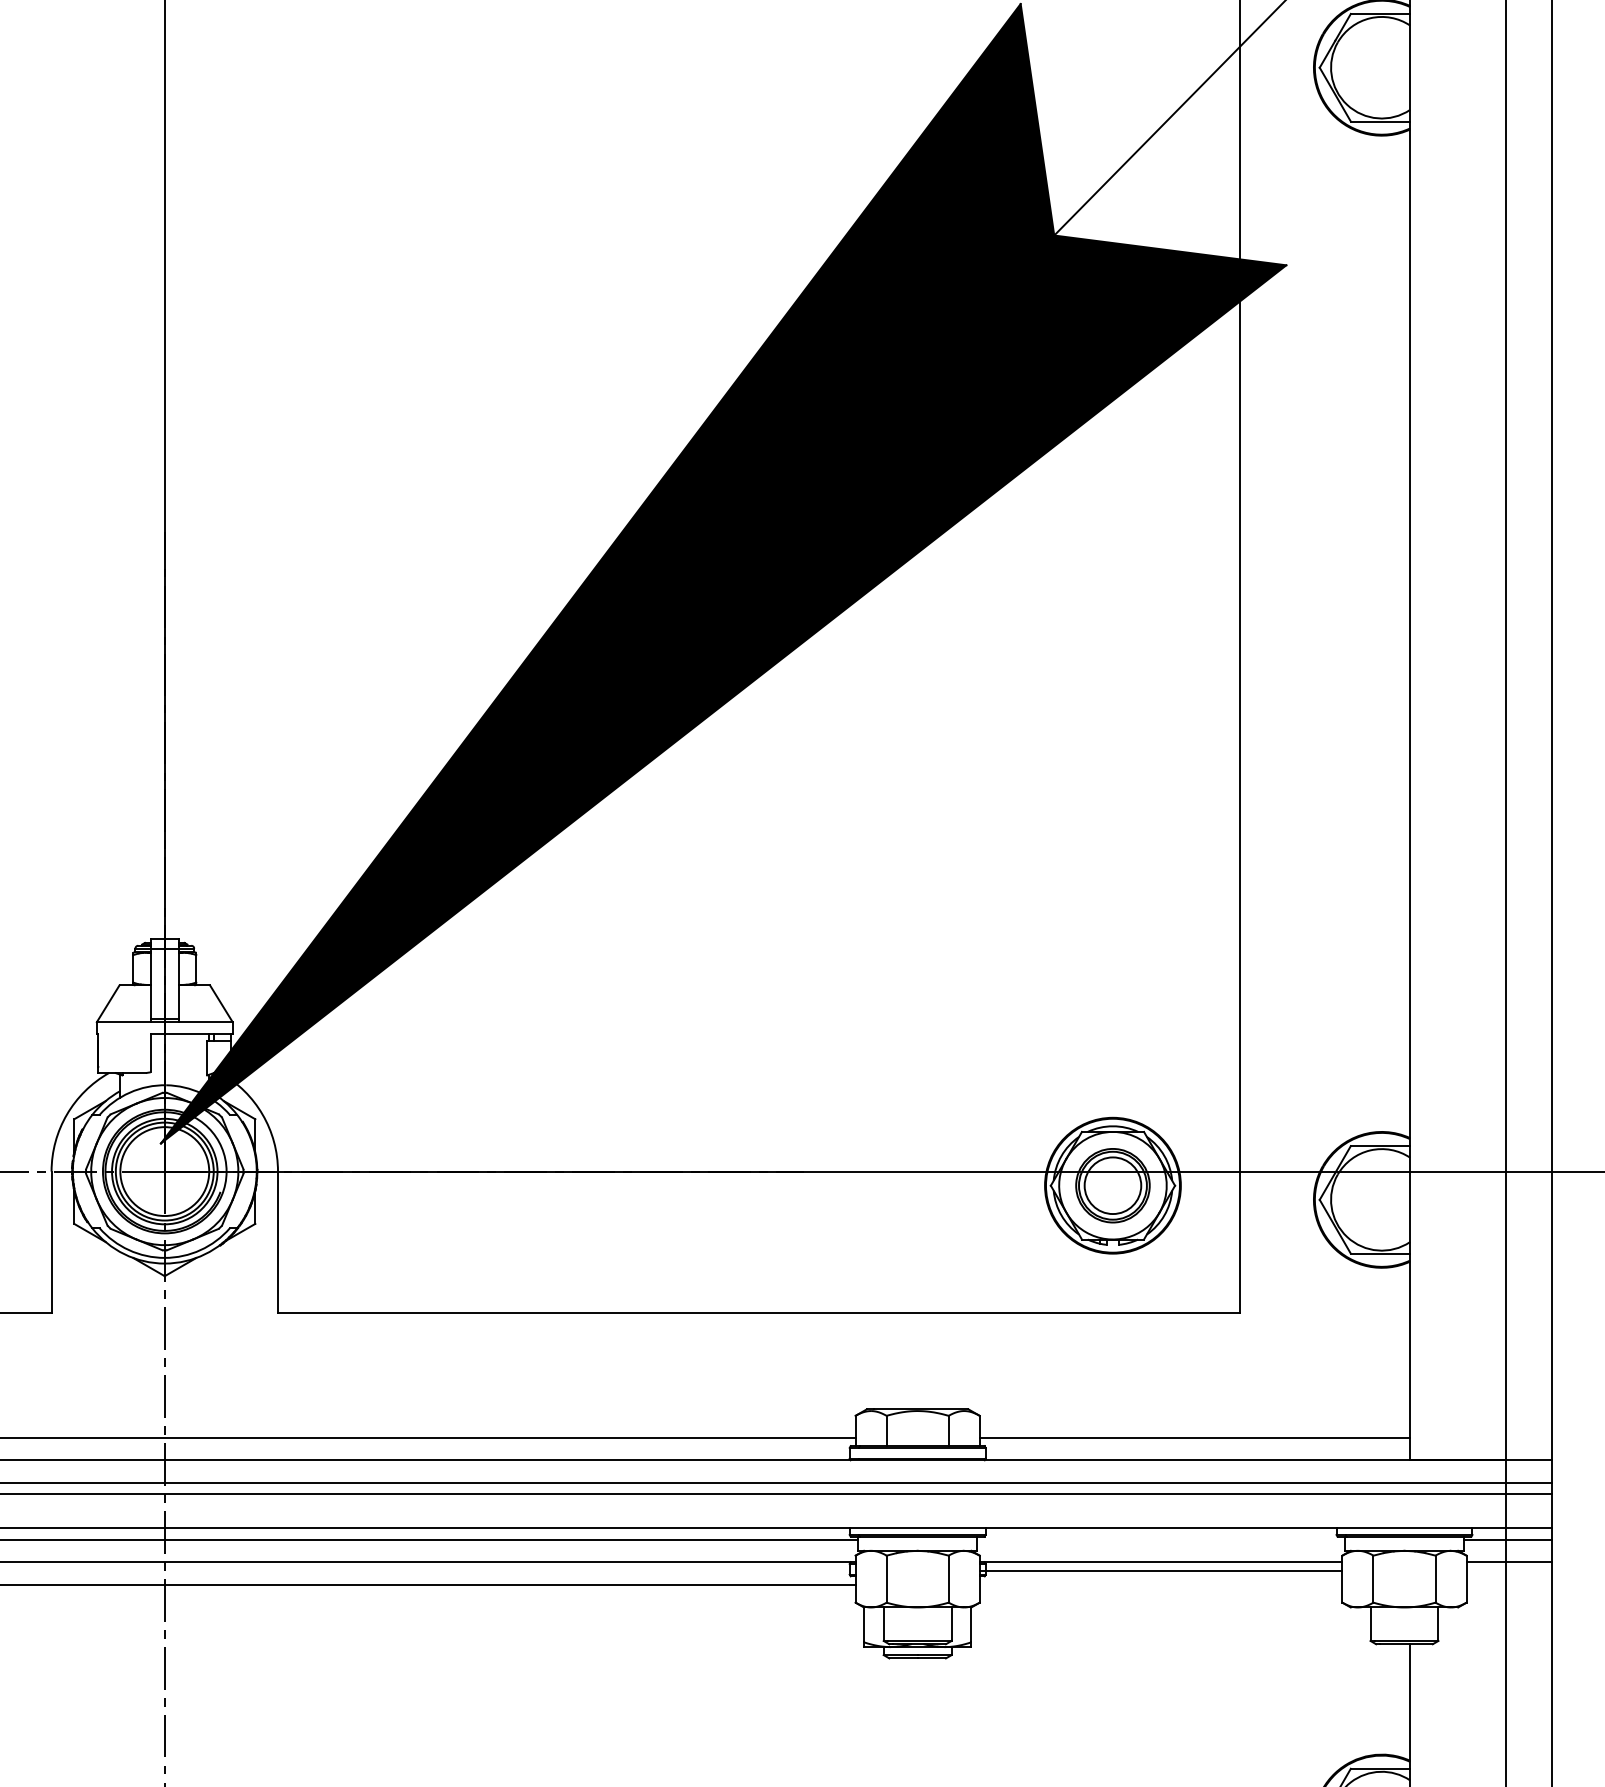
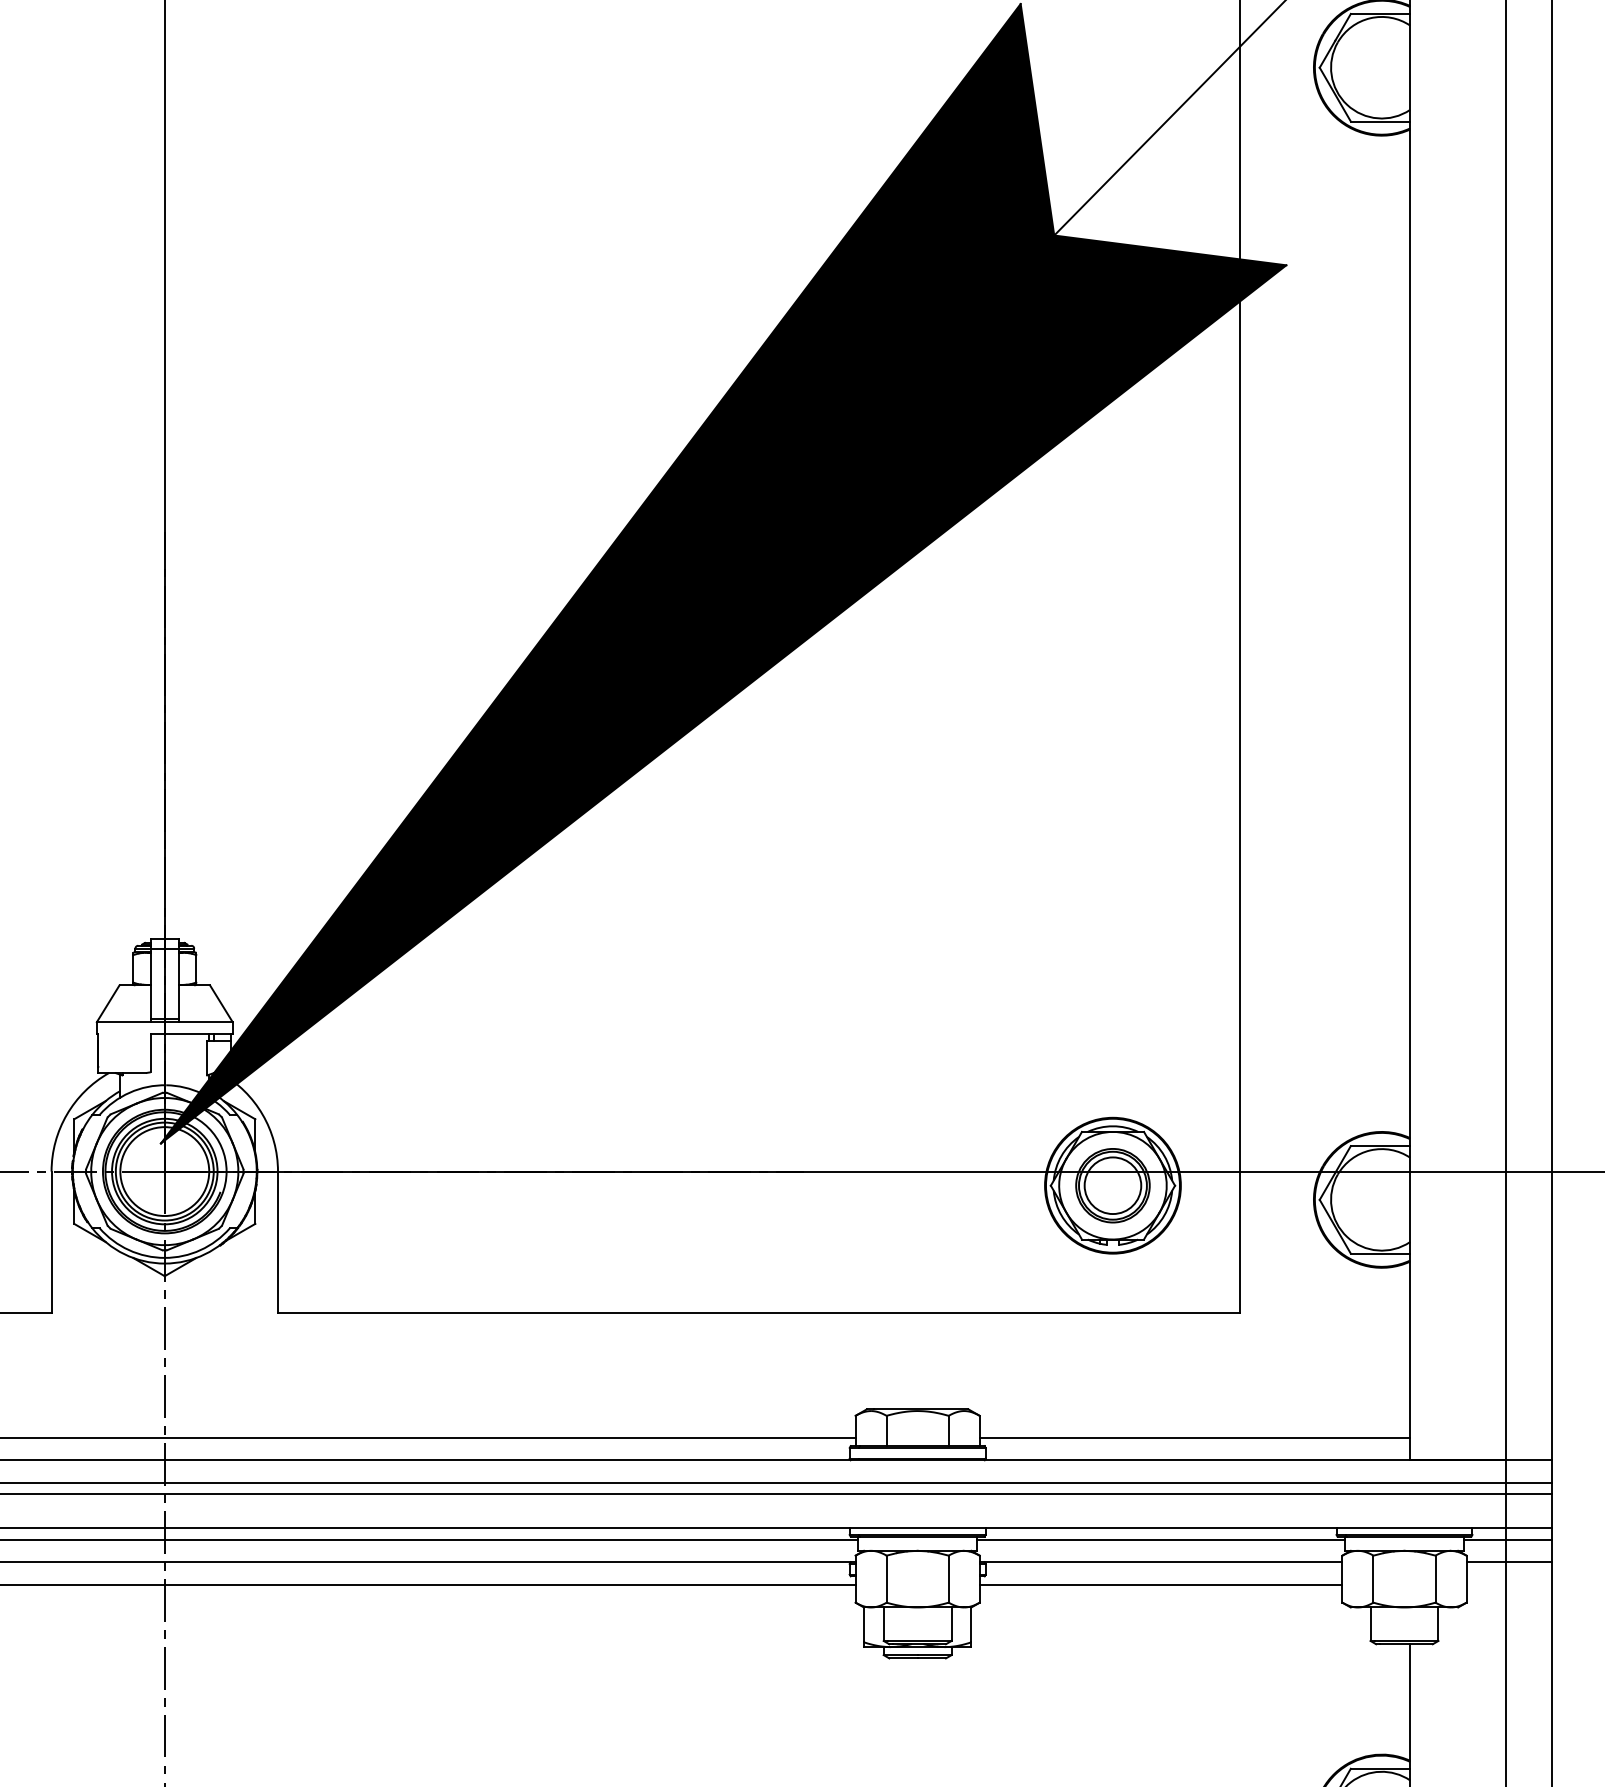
line at (1161, 1539): none -> present
line at (1160, 1570) position: (1160, 1570) -> (1160, 1584)
